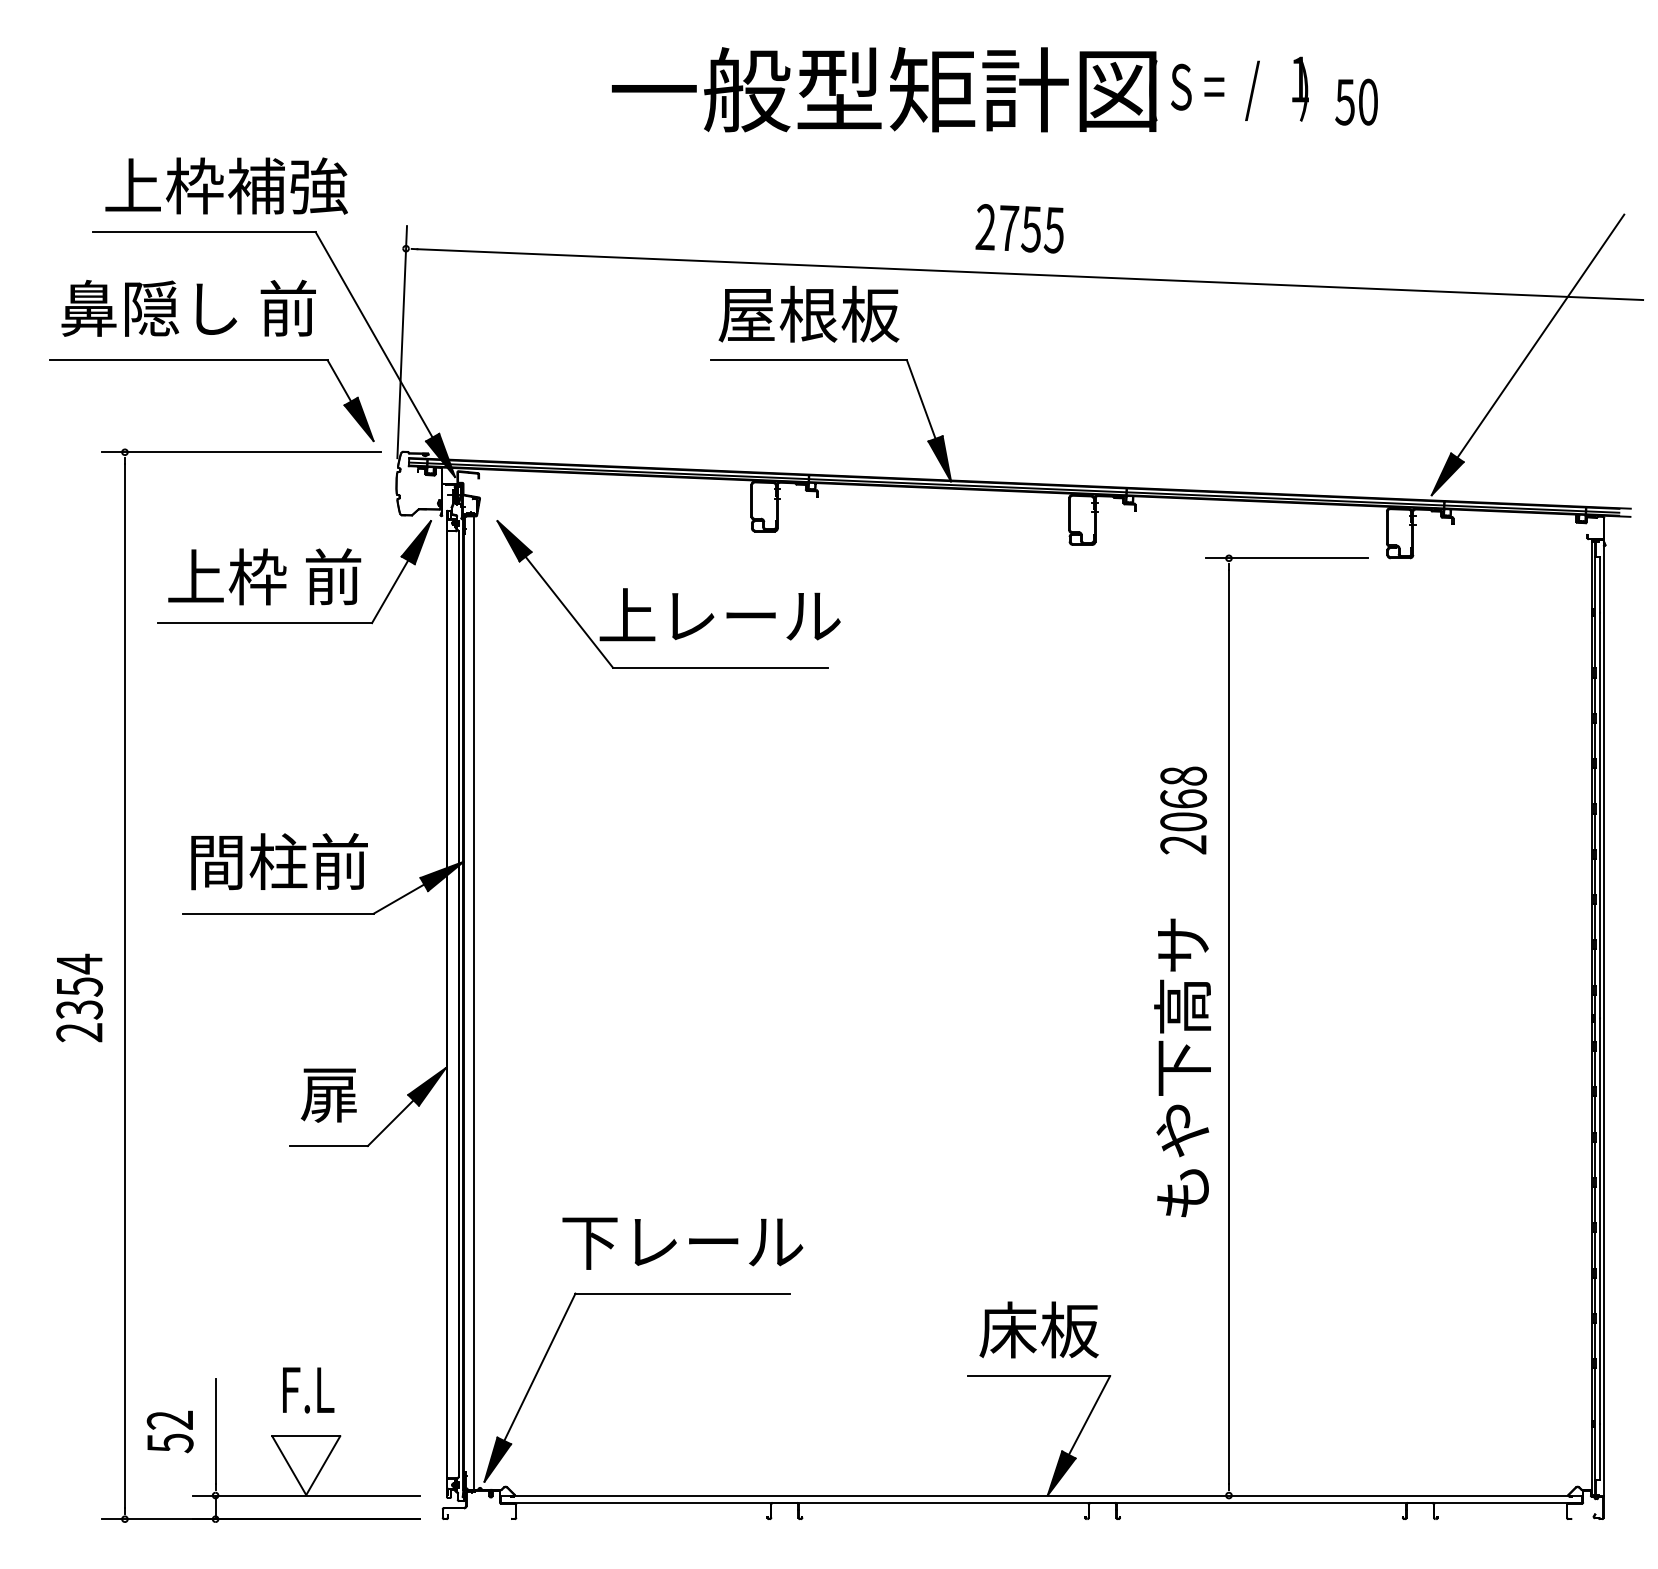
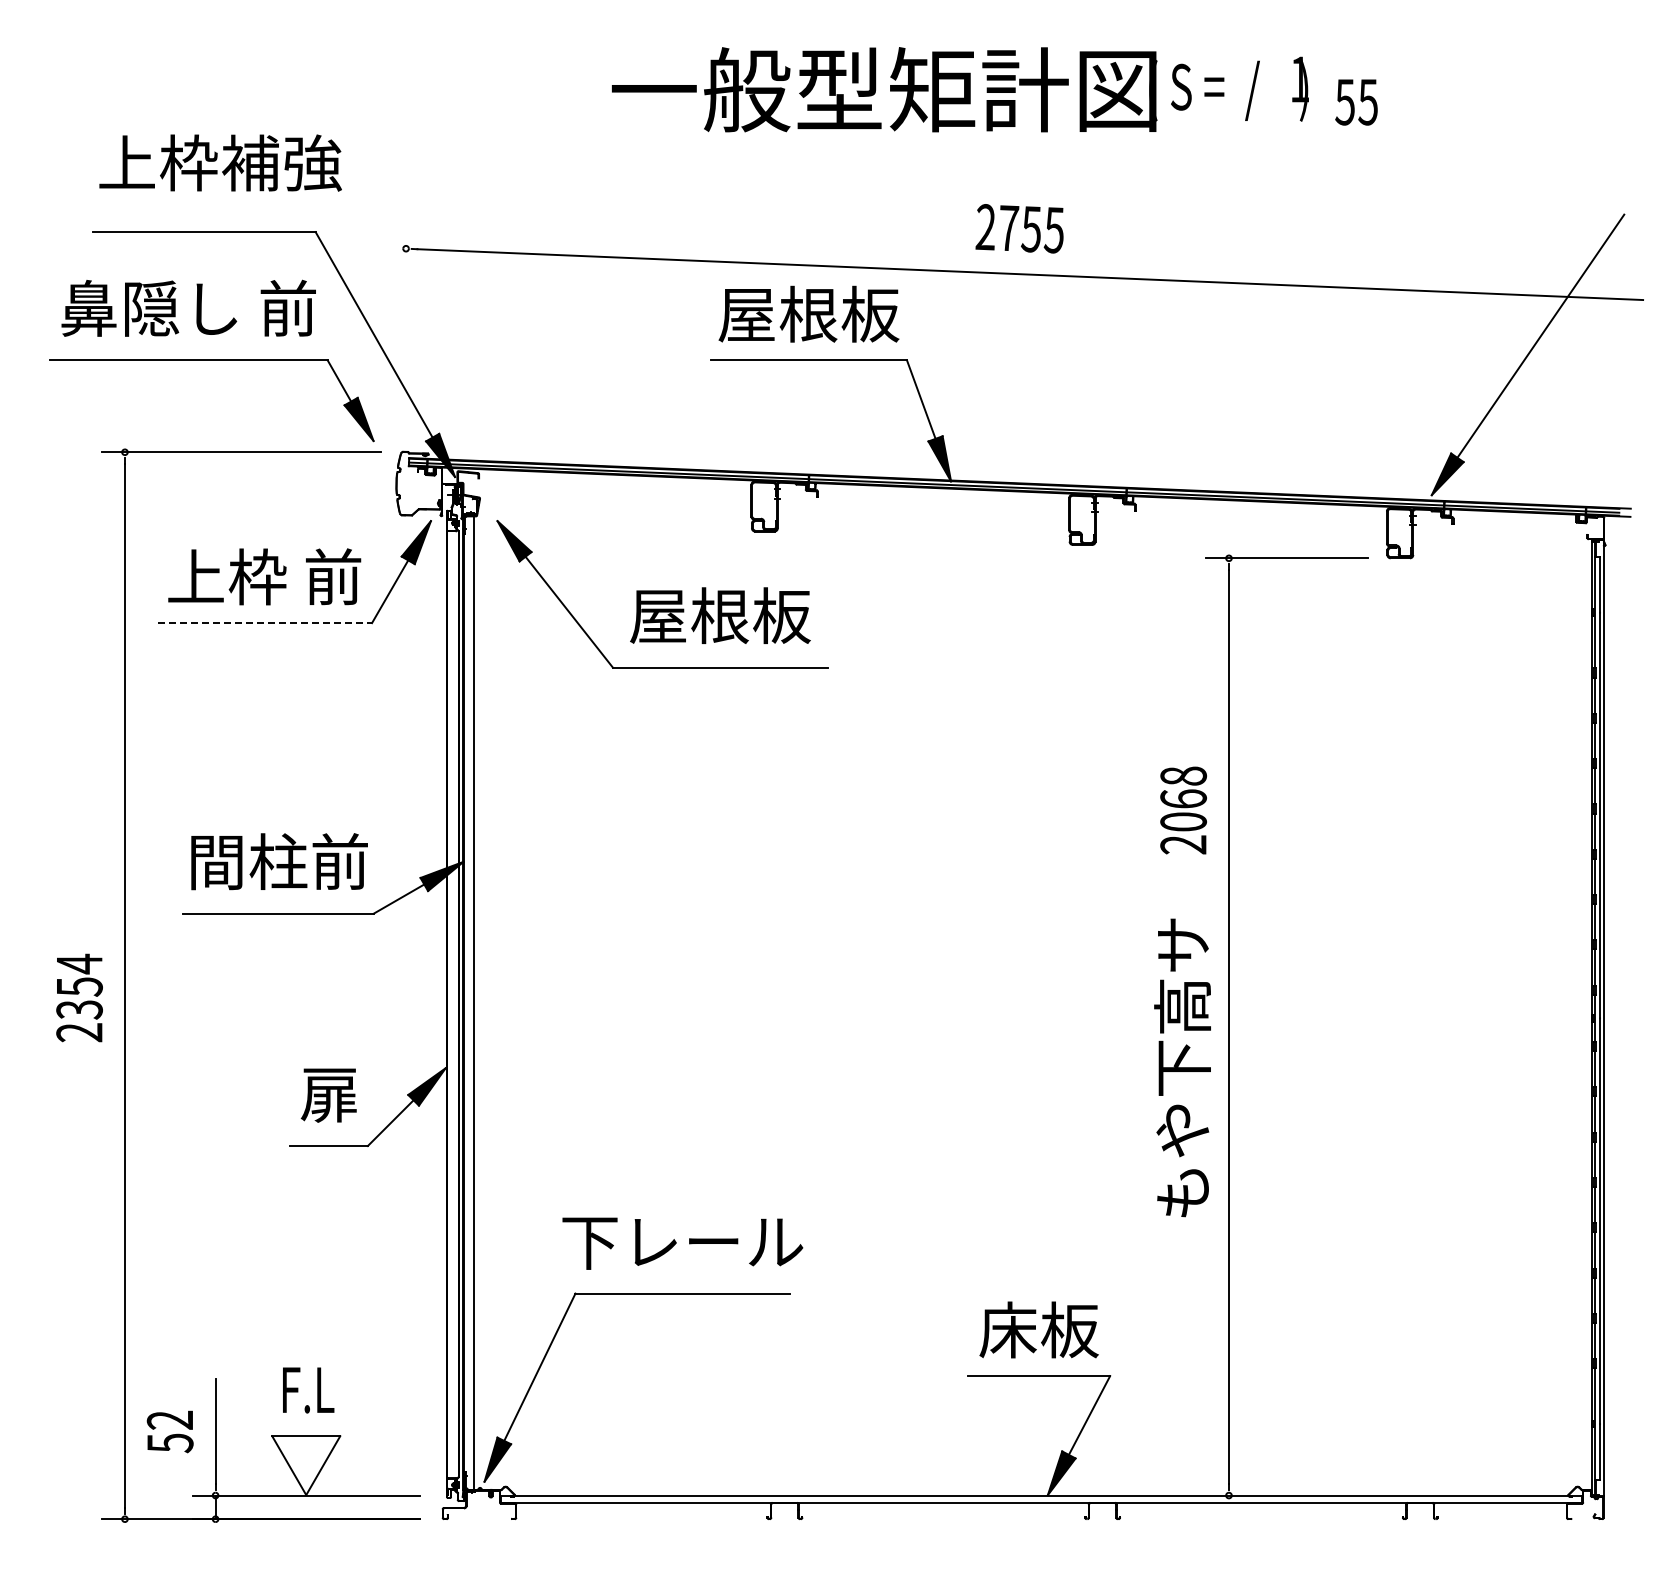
text at (1367, 101): 50 -> 55
text at (226, 185) position: (226, 185) -> (220, 162)
line at (402, 342): present -> none
text at (719, 615): 上レール -> 屋根板
line at (265, 623): solid -> dashed
